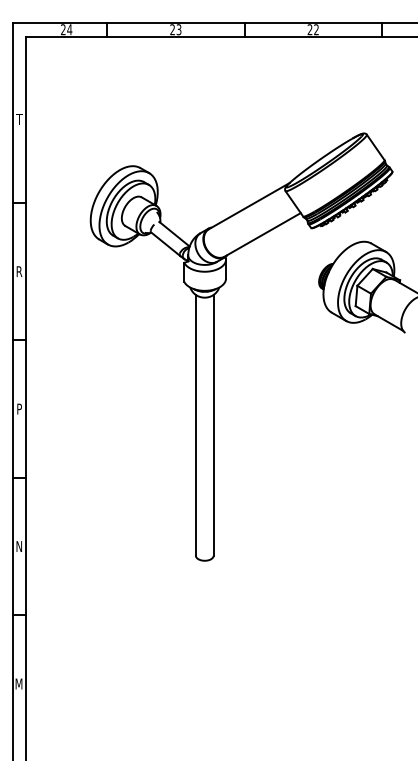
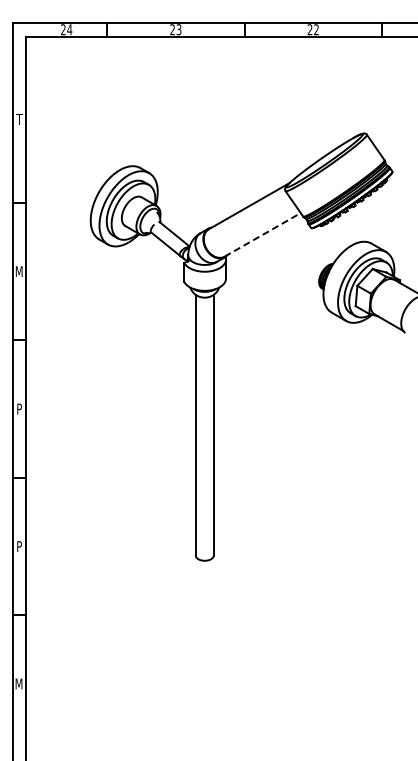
line at (262, 234): solid -> dashed
text at (18, 271): R -> M
text at (18, 546): N -> P
